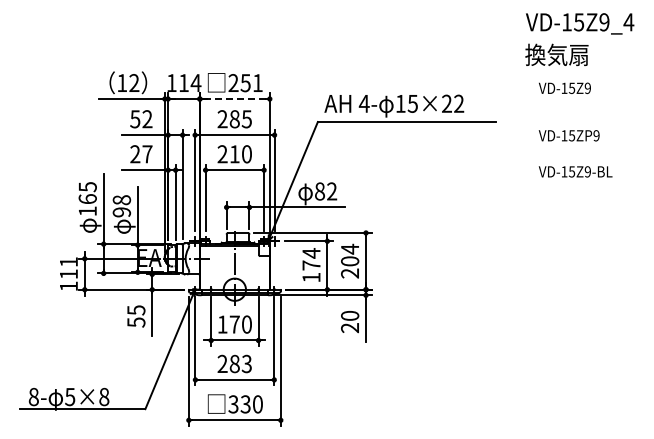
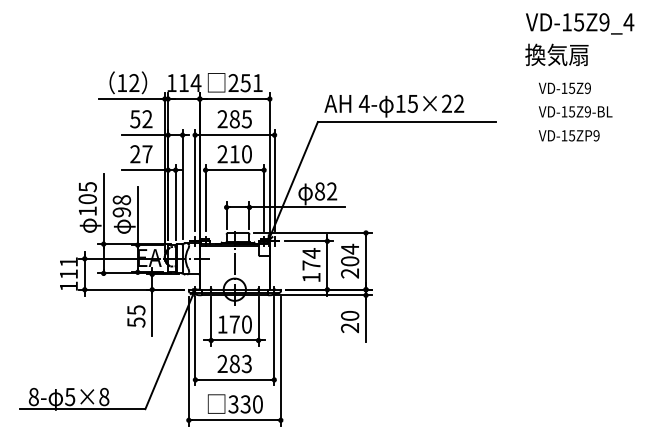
line at (234, 99): dashed -> solid
text at (575, 171) position: (575, 171) -> (575, 111)
text at (87, 199): 165 -> 105
